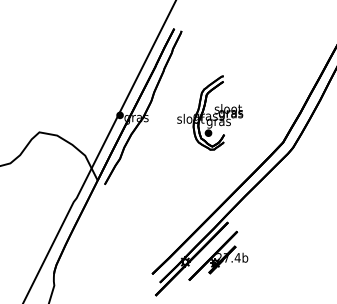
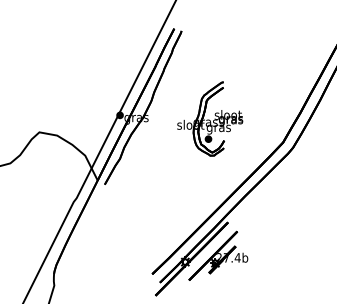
part at (210, 112) position: (210, 112) -> (210, 118)
